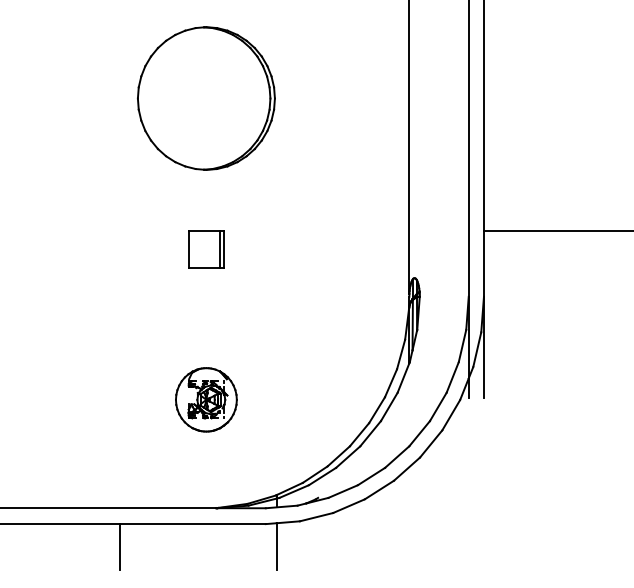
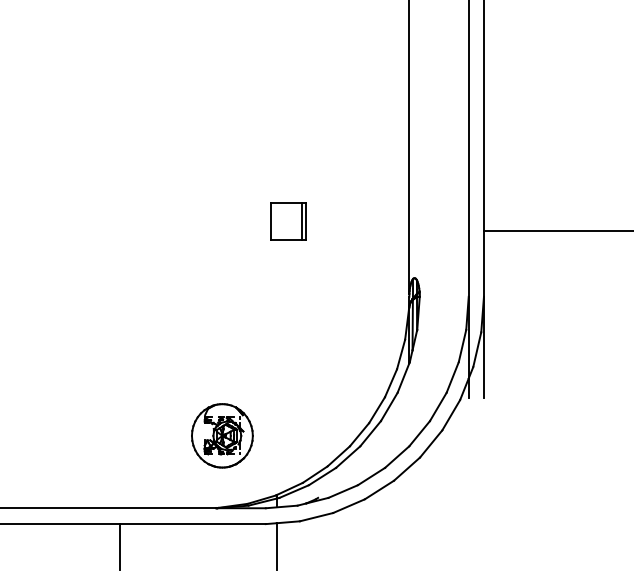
part at (206, 98): present -> none
part at (206, 249) position: (206, 249) -> (288, 221)
part at (206, 399) position: (206, 399) -> (222, 435)
